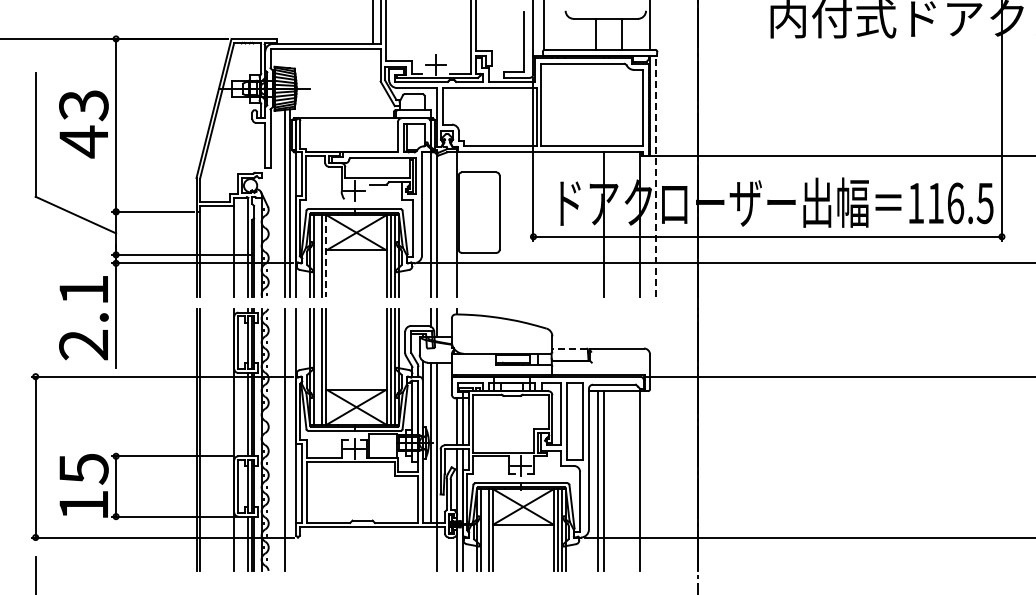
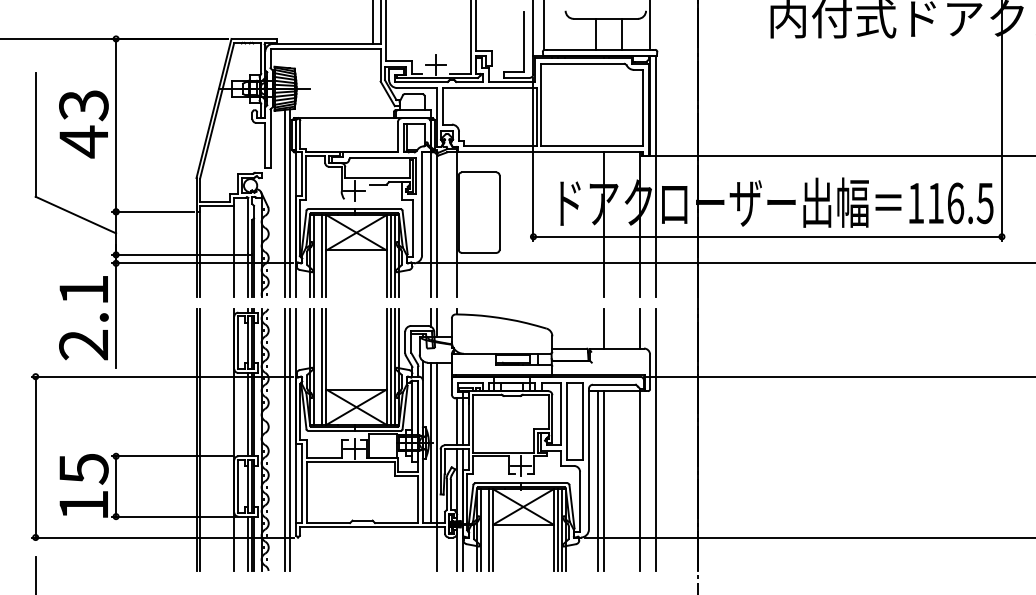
line at (656, 175): dashed -> solid
line at (326, 255): dashed -> solid
line at (603, 328): none -> present
line at (640, 328): none -> present
line at (569, 348): dashed -> solid
line at (290, 439): none -> present
line at (656, 439): none -> present
